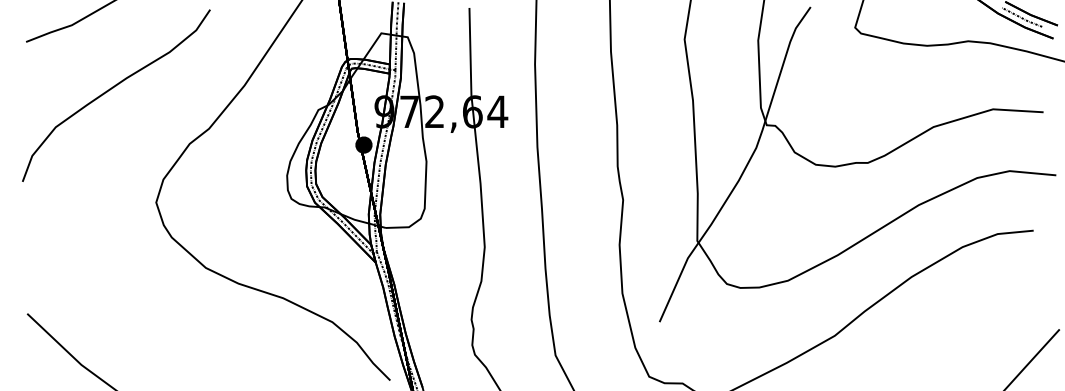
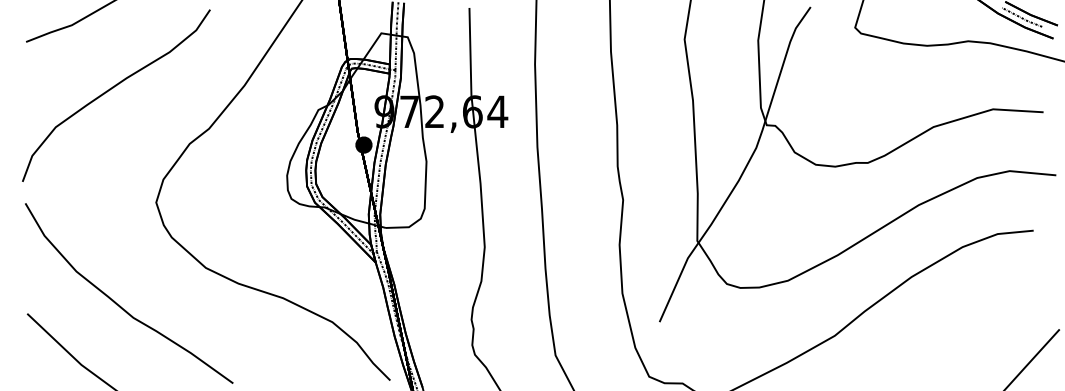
curve at (119, 304): none -> present
